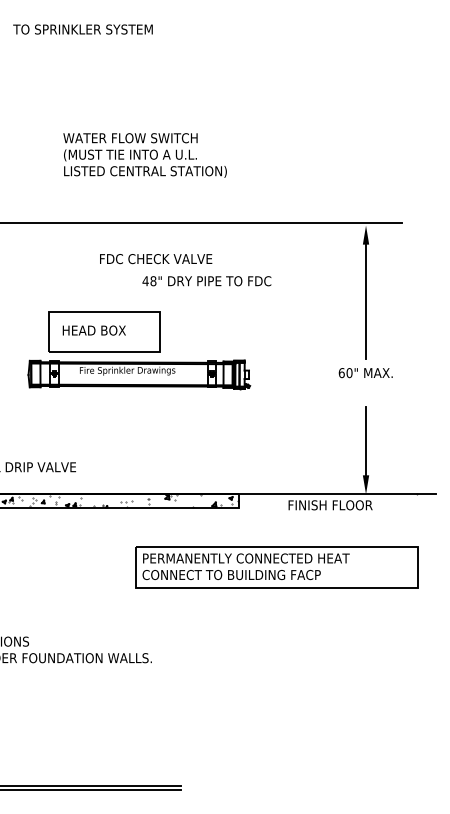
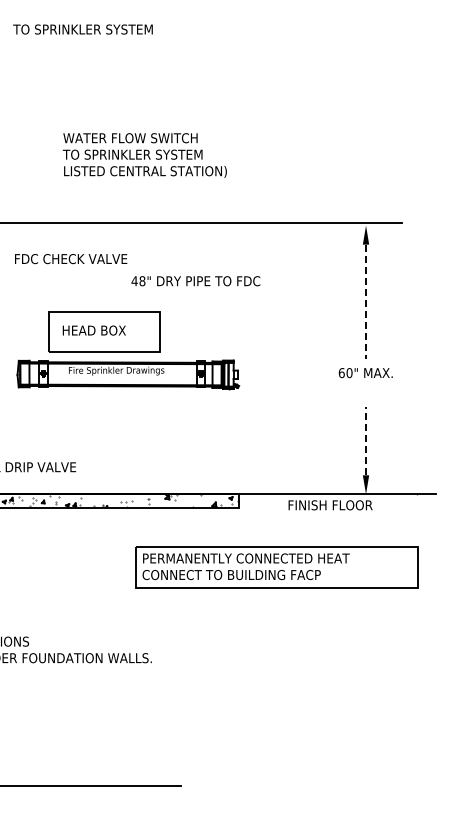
text at (132, 155): (MUST TIE INTO A U.L. -> TO SPRINKLER SYSTEM
text at (156, 259) position: (156, 259) -> (71, 259)
text at (206, 281) position: (206, 281) -> (195, 281)
line at (366, 302): solid -> dashed
part at (139, 374) position: (139, 374) -> (128, 374)
line at (366, 440): solid -> dashed
line at (91, 789): present -> none
